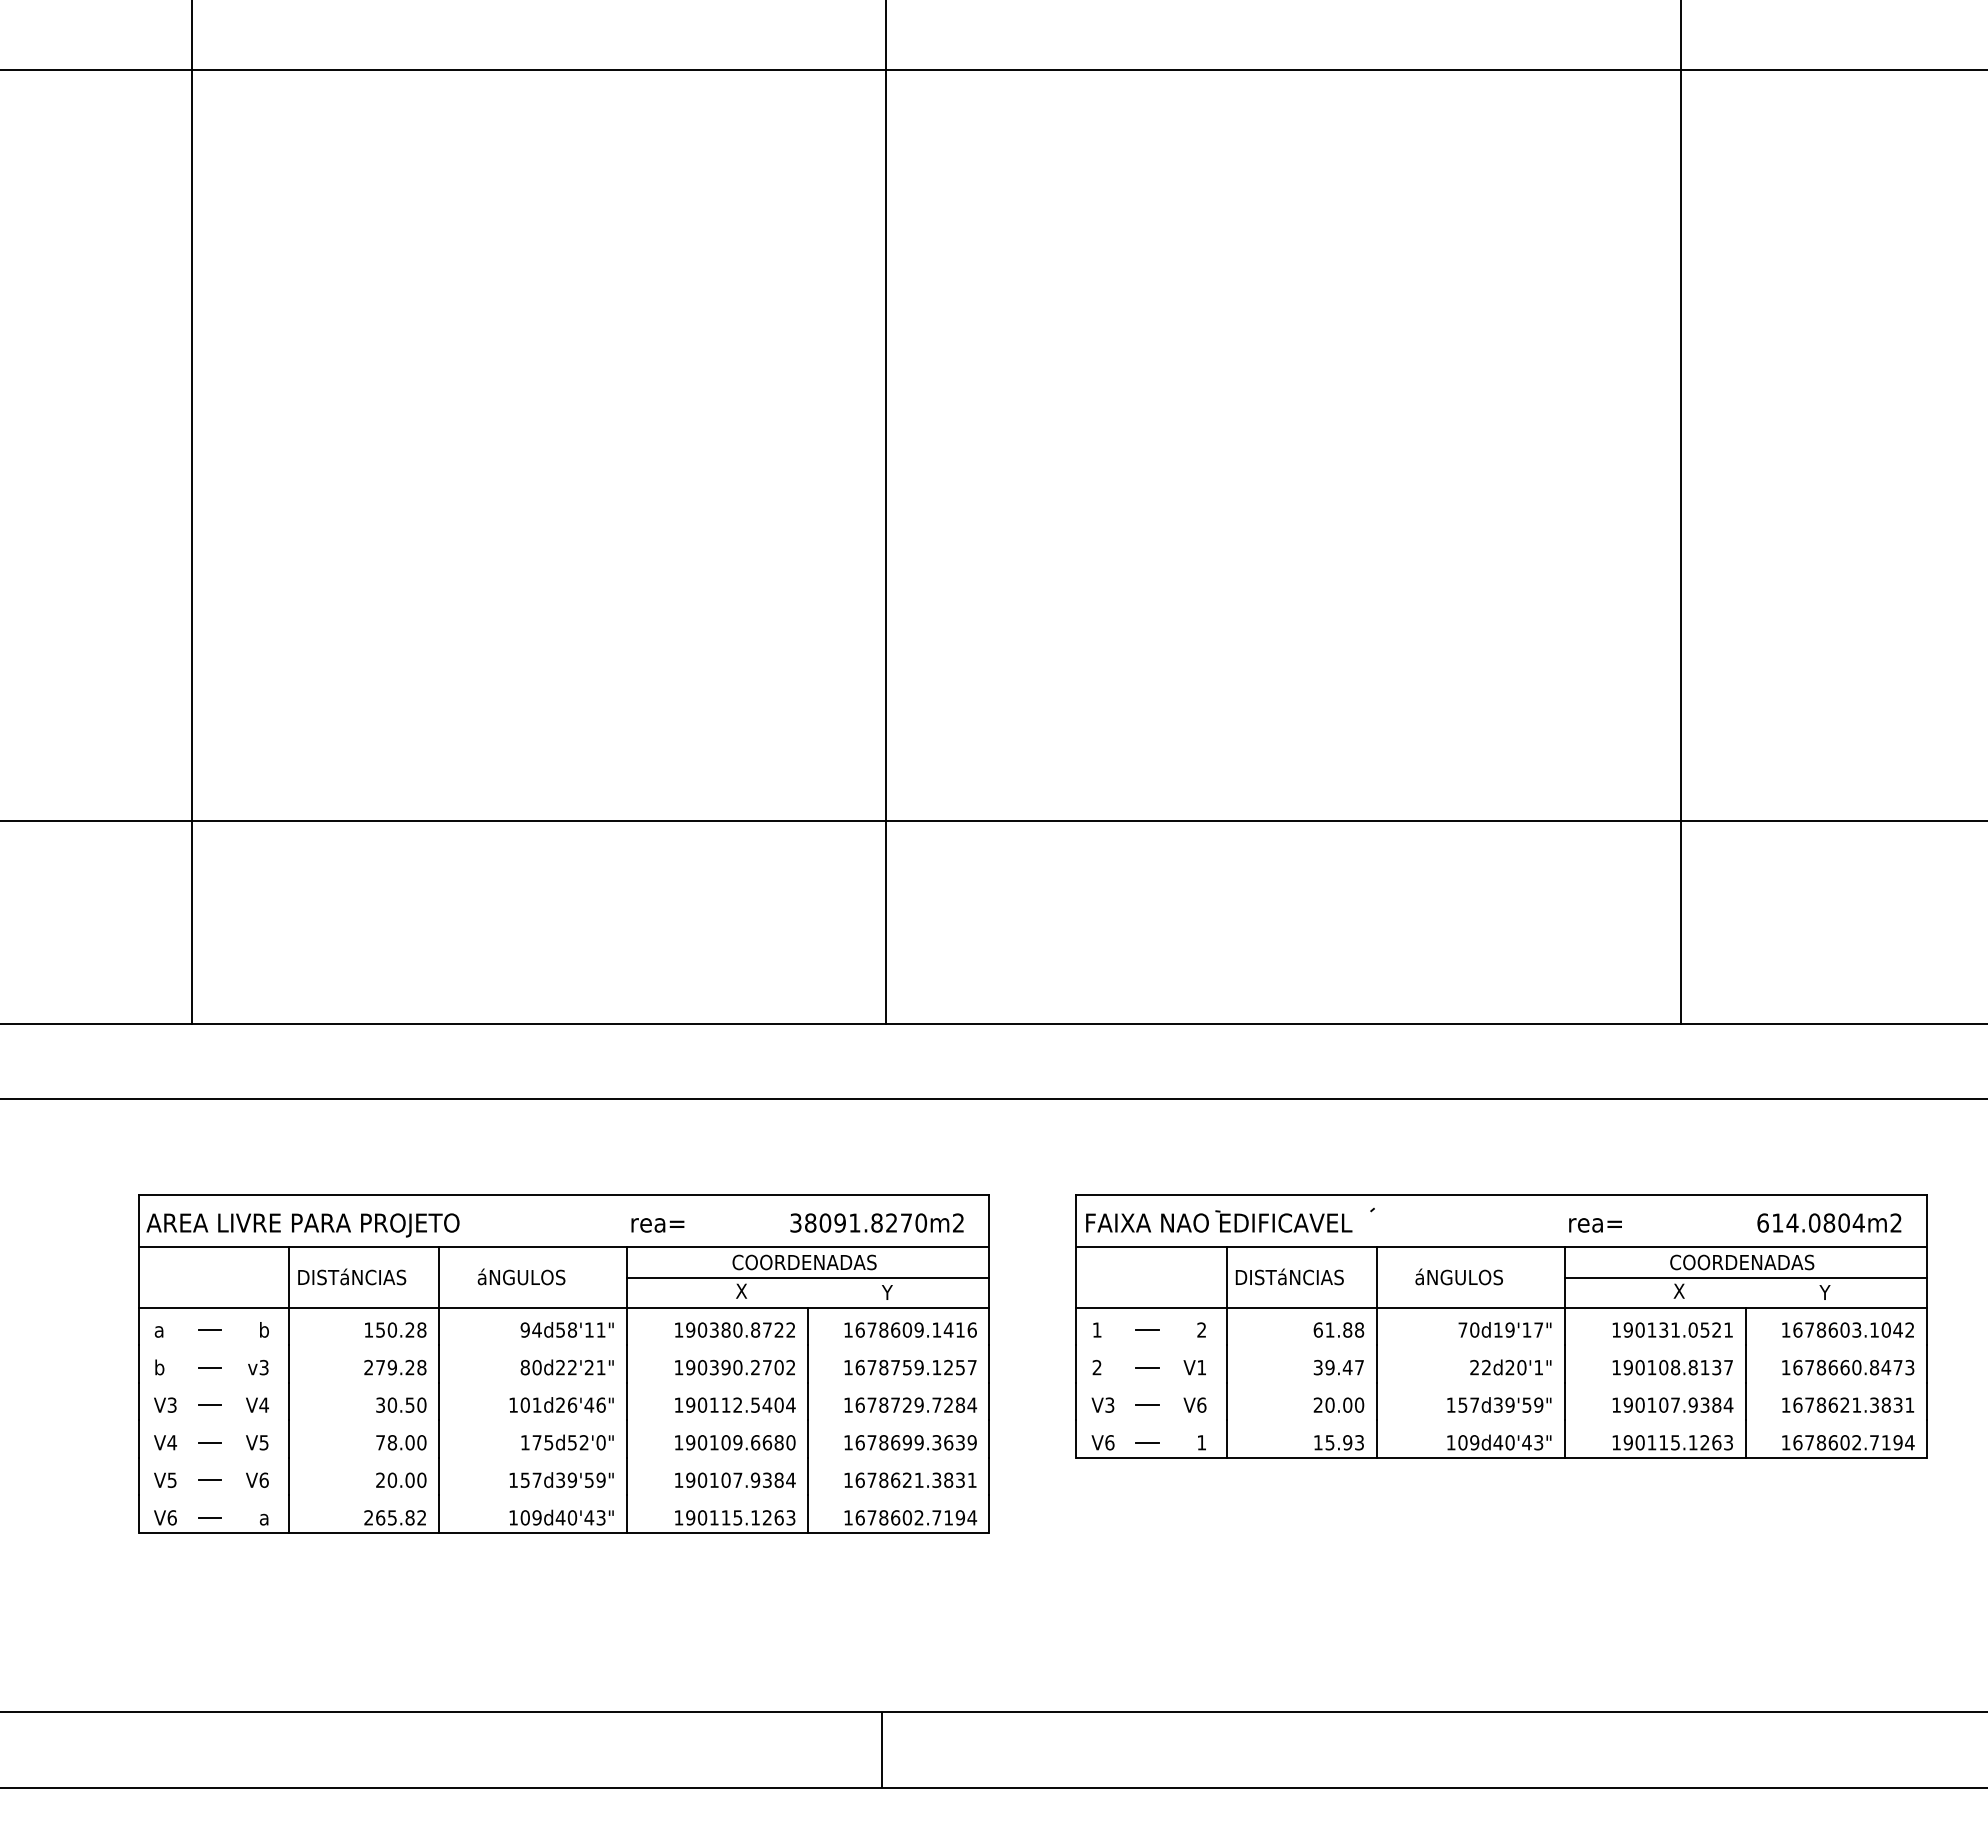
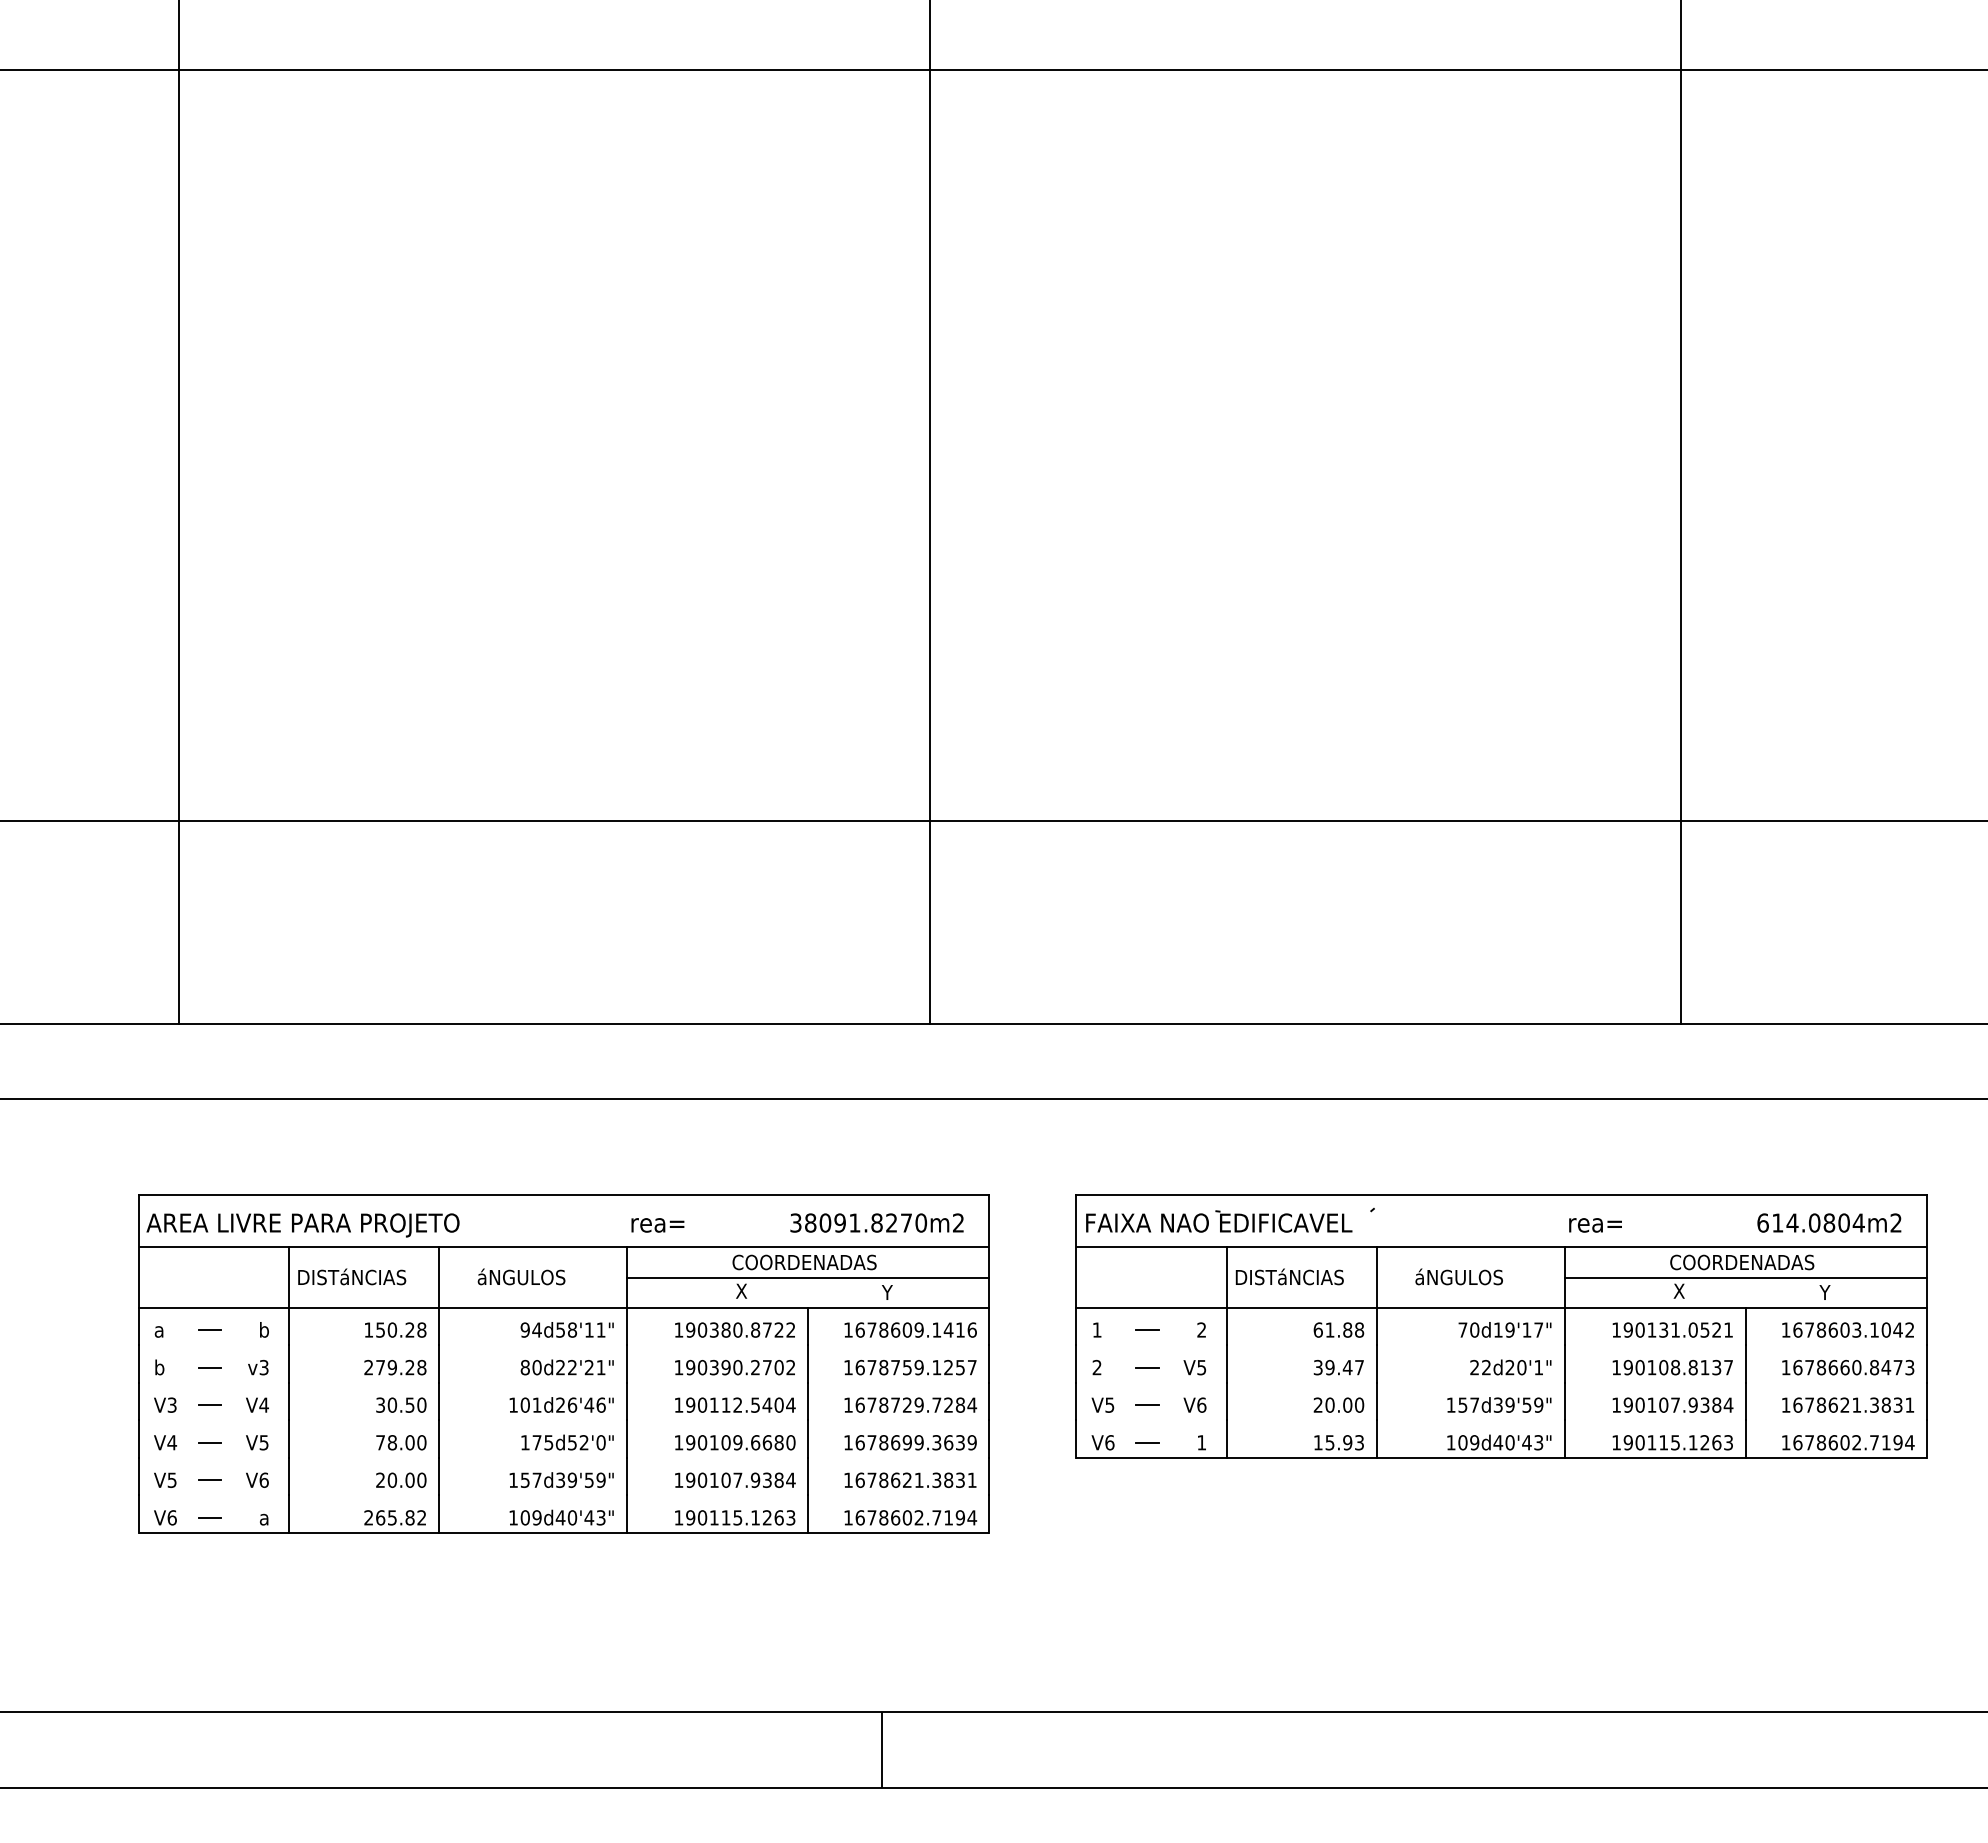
line at (192, 512) position: (192, 512) -> (179, 512)
line at (886, 512) position: (886, 512) -> (930, 512)
text at (1201, 1367): V1 -> V5
text at (1109, 1404): V3 -> V5
